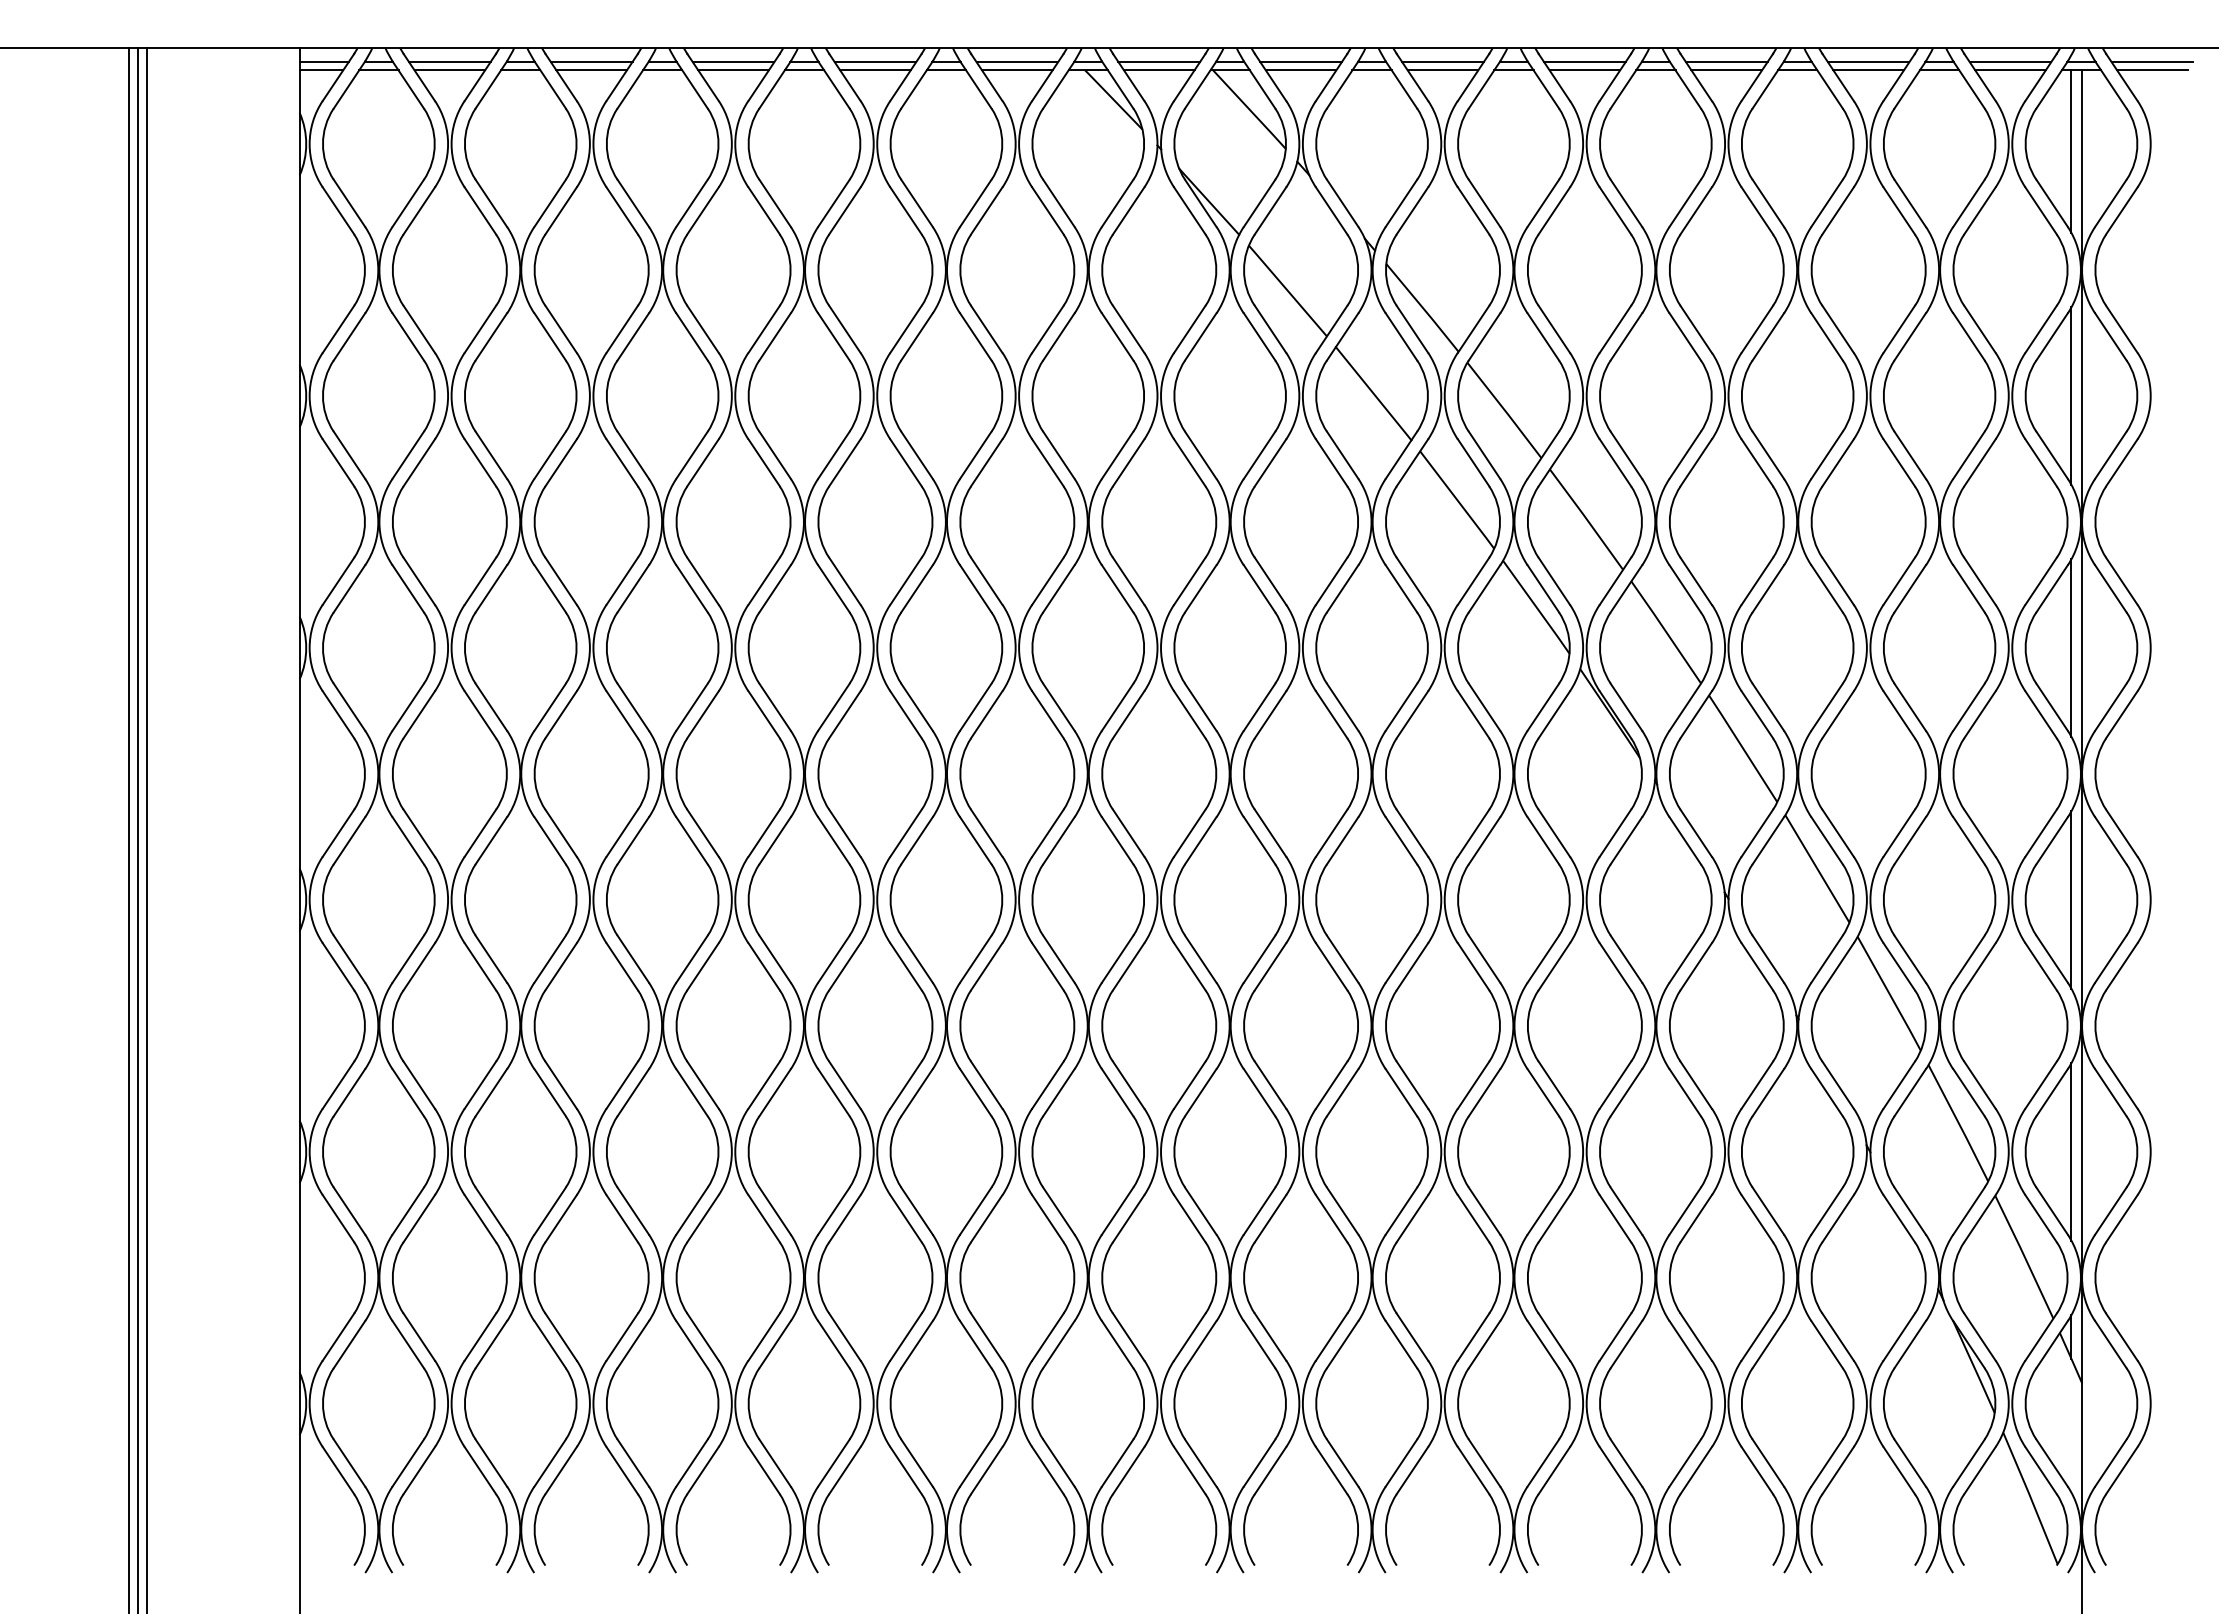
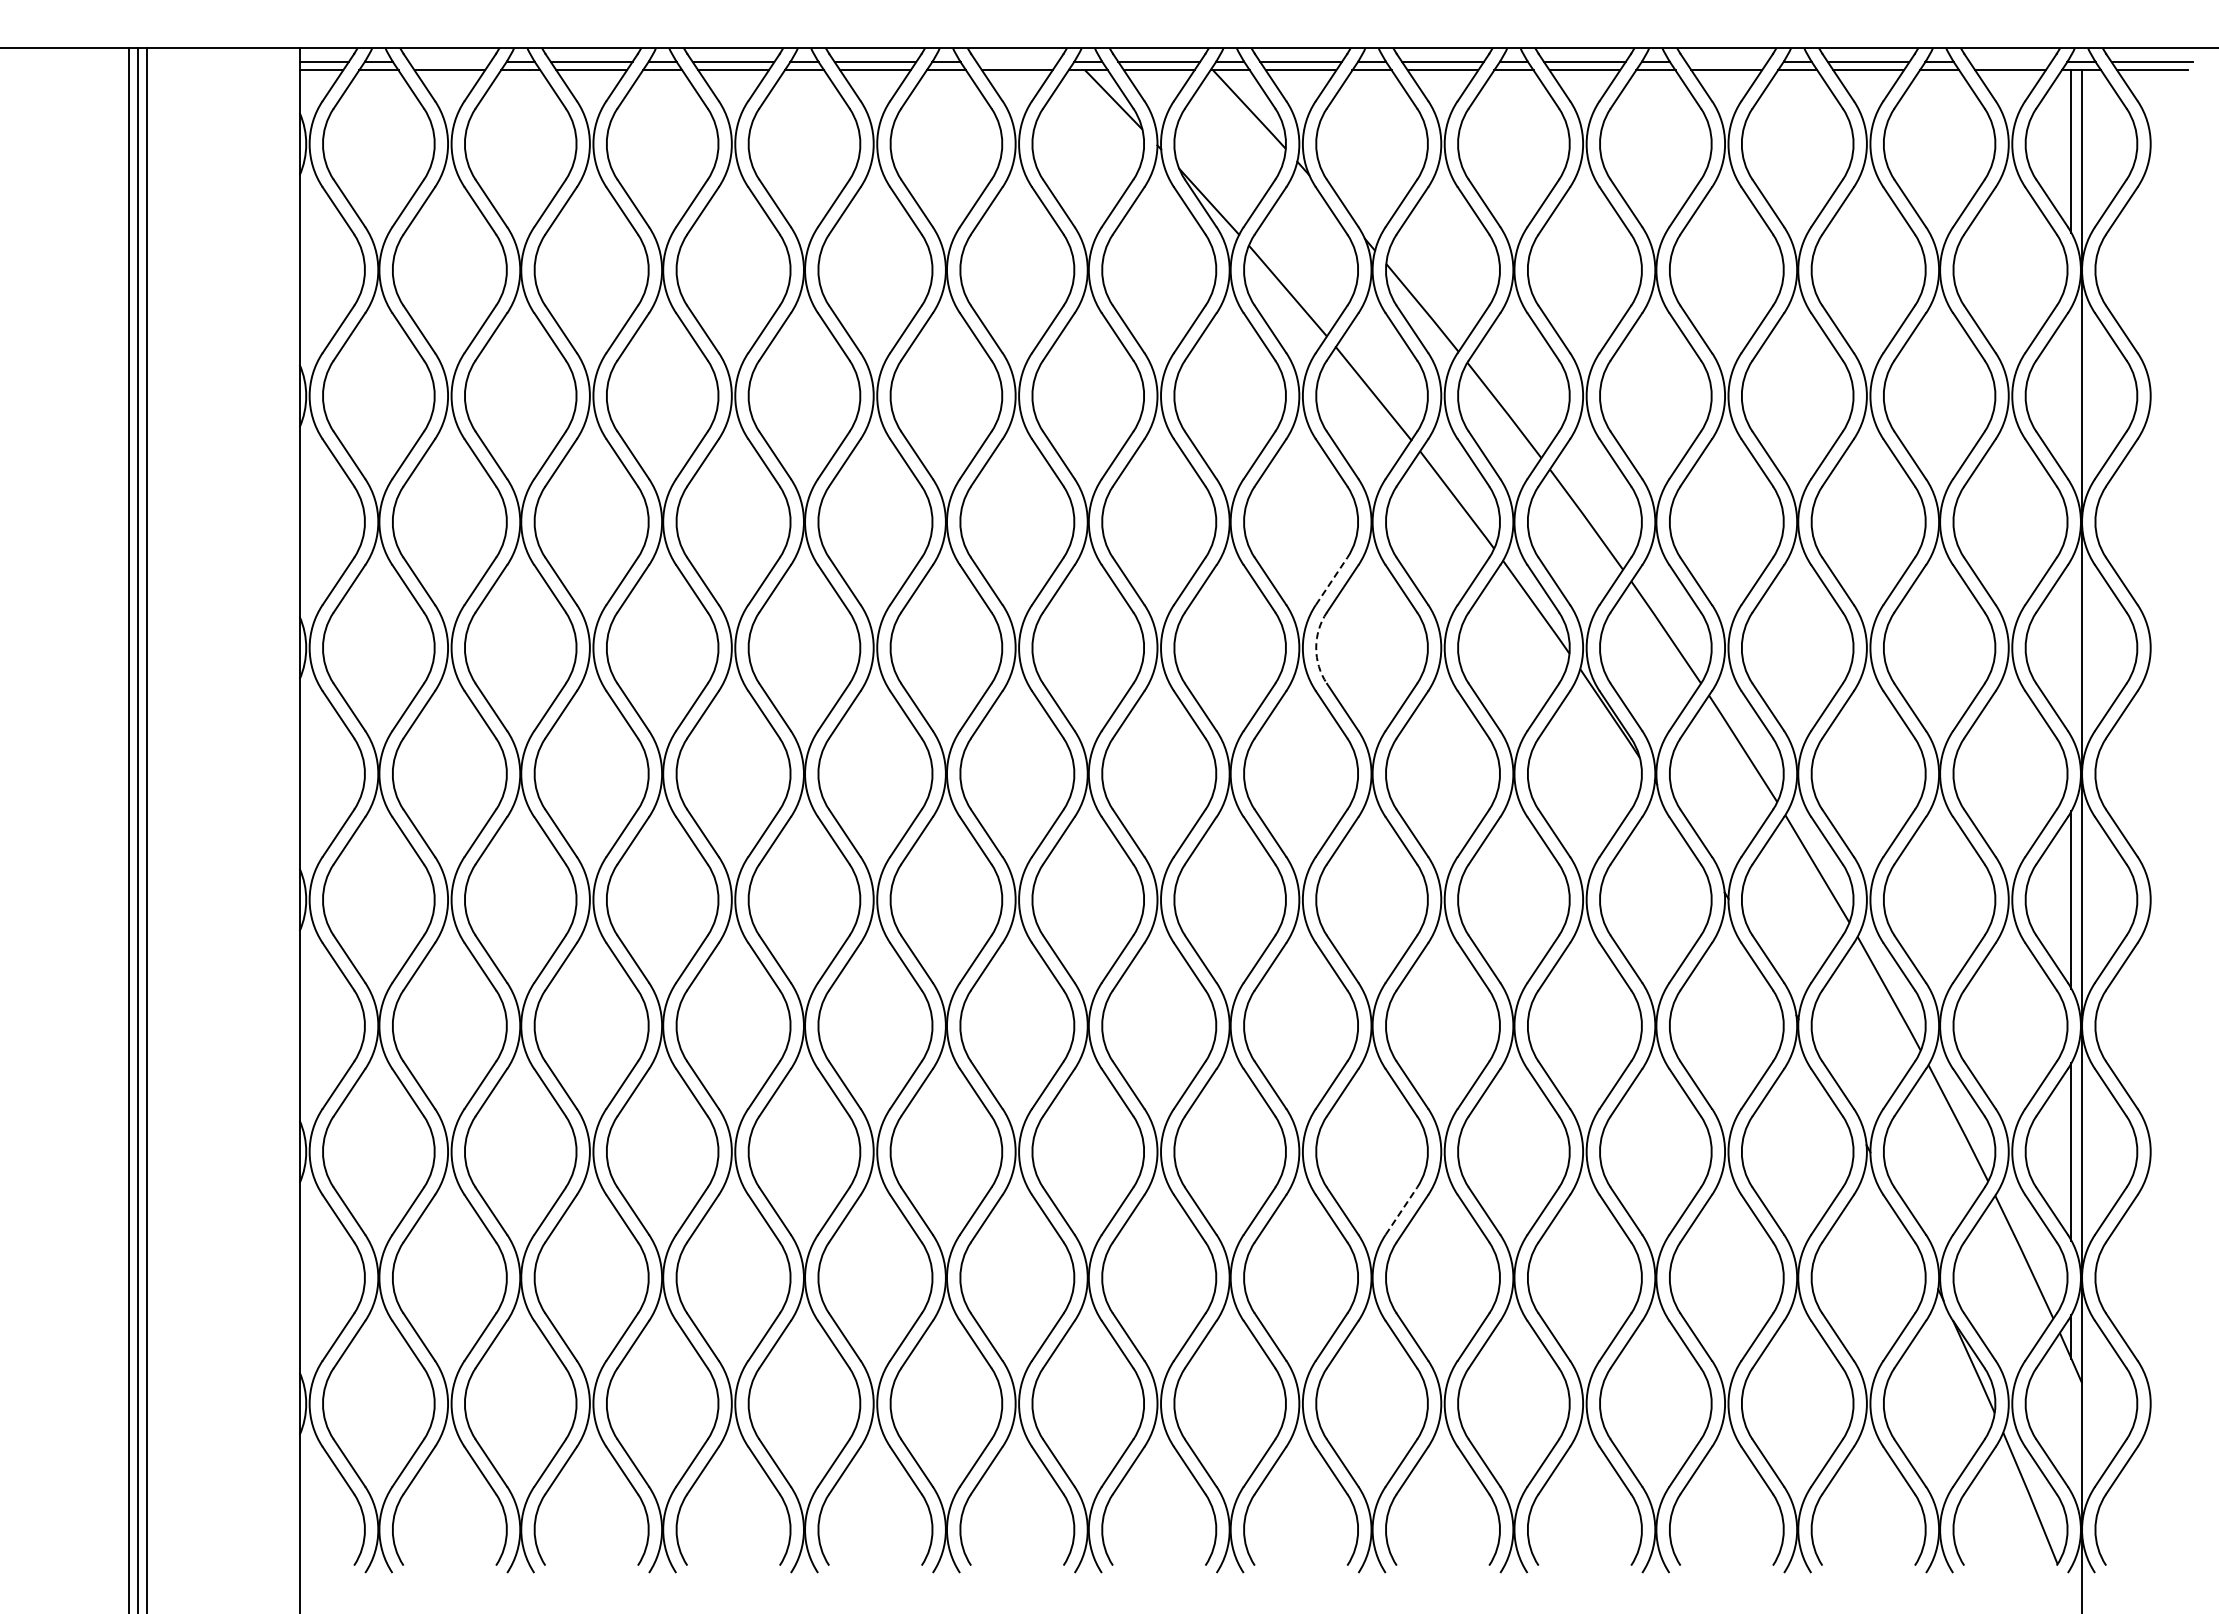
line at (449, 62): present -> none
line at (1017, 62): present -> none
line at (1726, 62): present -> none
line at (2010, 62): present -> none
line at (2071, 395): present -> none
line at (1331, 580): solid -> dashed
line at (2071, 647): present -> none
arc at (1316, 648): solid -> dashed
line at (1401, 1210): solid -> dashed
